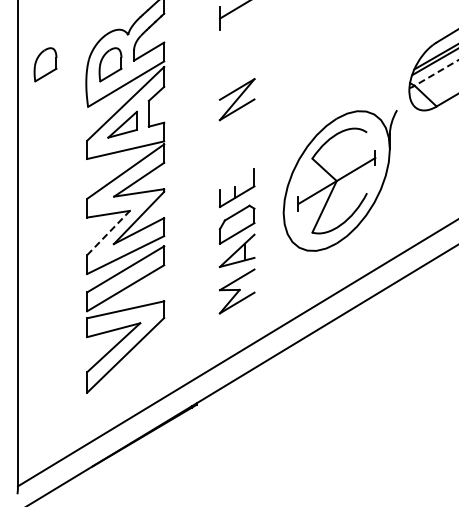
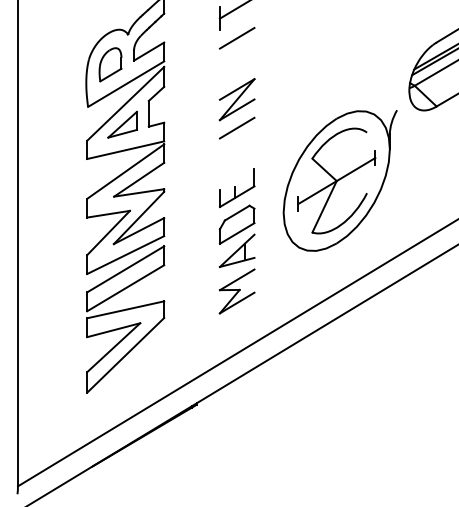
line at (236, 37): none -> present
part at (45, 64): present -> none
line at (436, 73): dashed -> solid
line at (236, 127): none -> present
line at (108, 233): dashed -> solid
